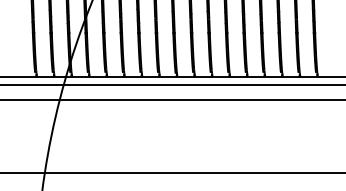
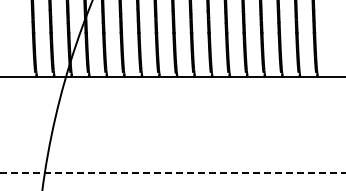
line at (172, 85): present -> none
line at (172, 100): present -> none
line at (172, 173): solid -> dashed
